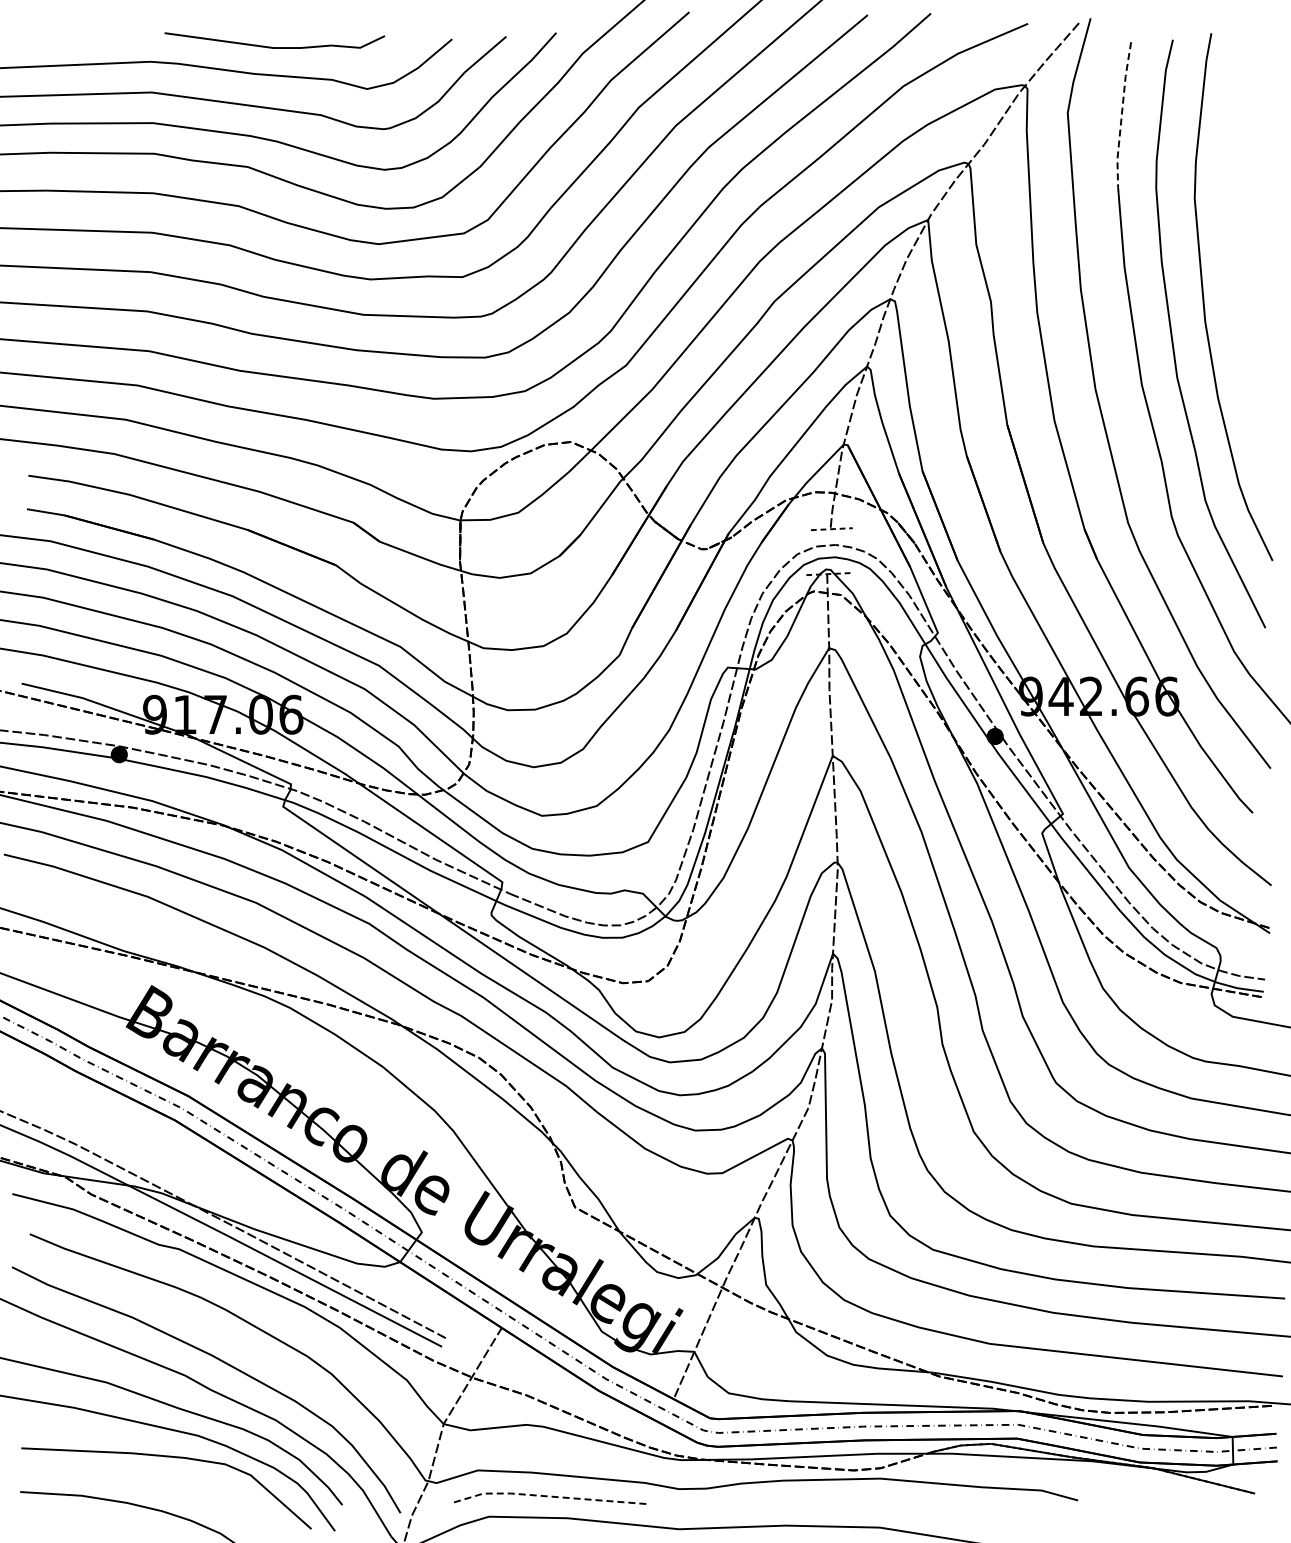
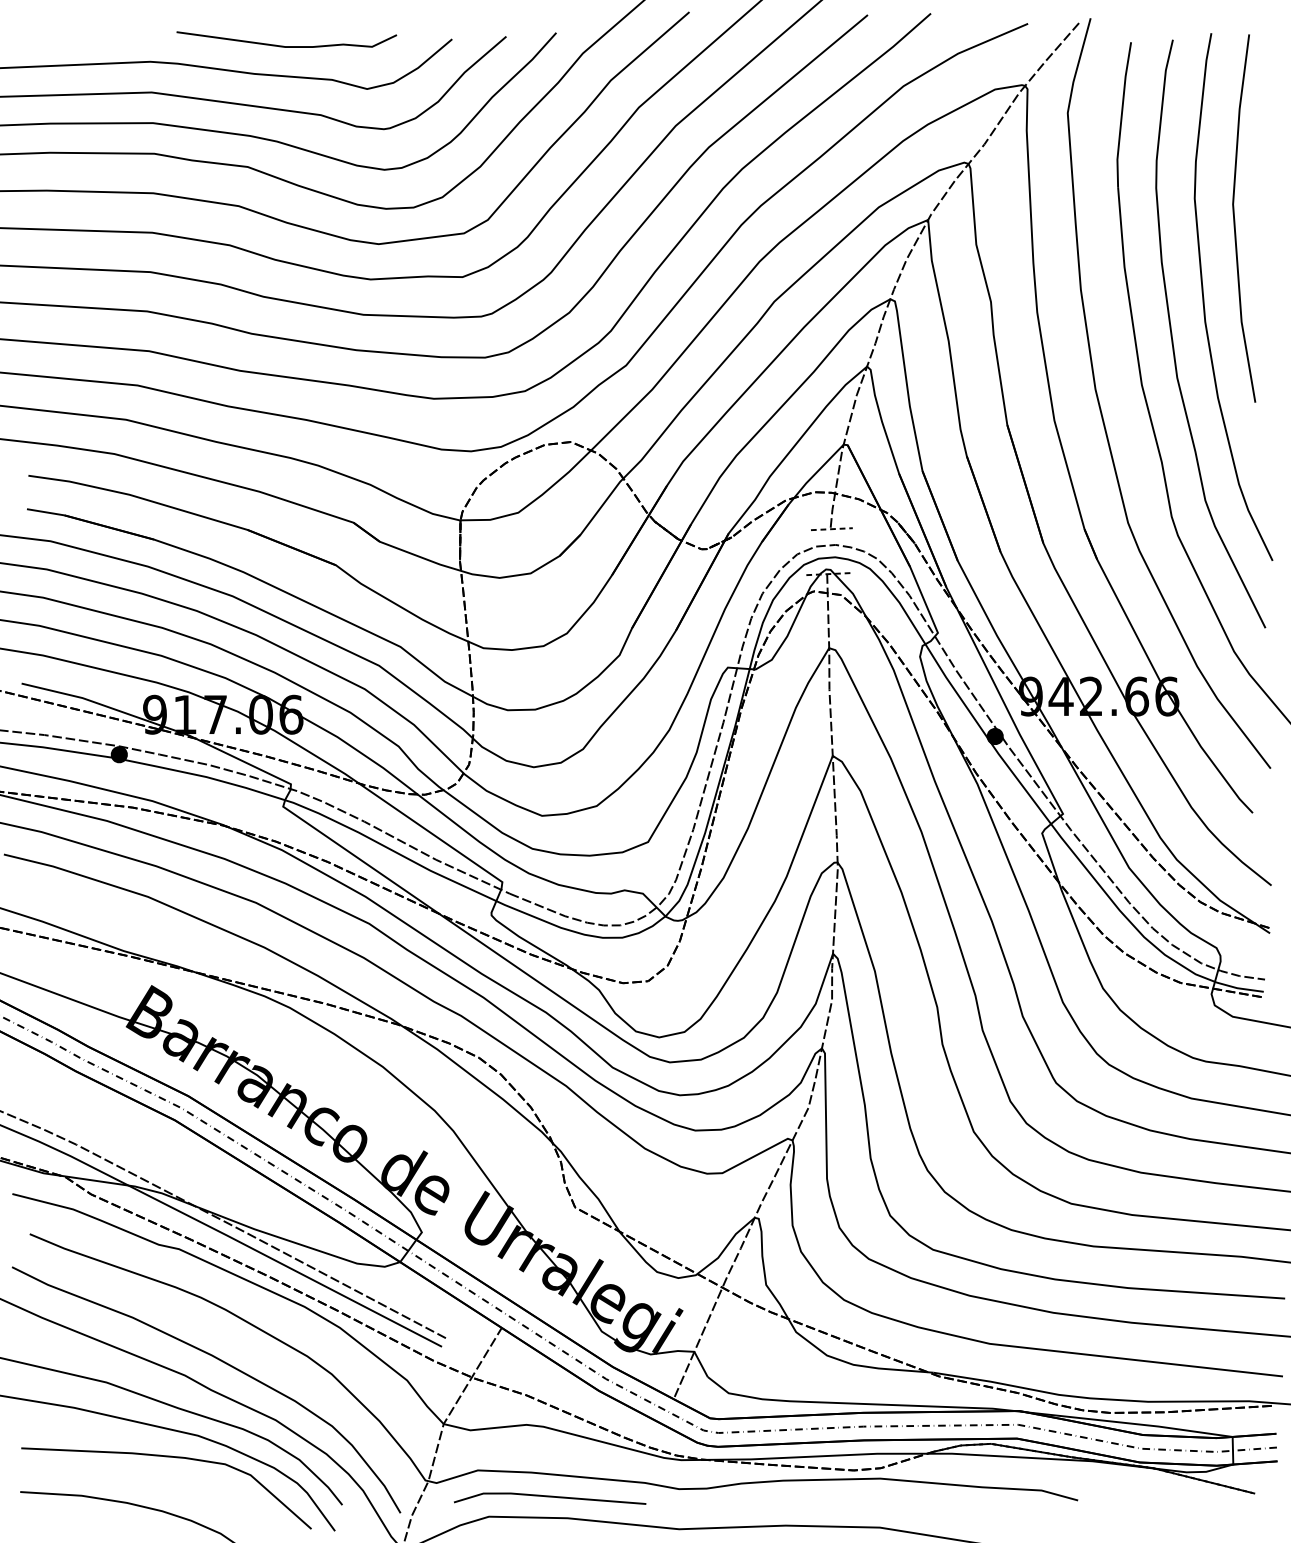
curve at (271, 46) position: (271, 46) -> (283, 45)
line at (1121, 115): dashed -> solid
line at (1235, 219): none -> present
line at (547, 1496): dashed -> solid
